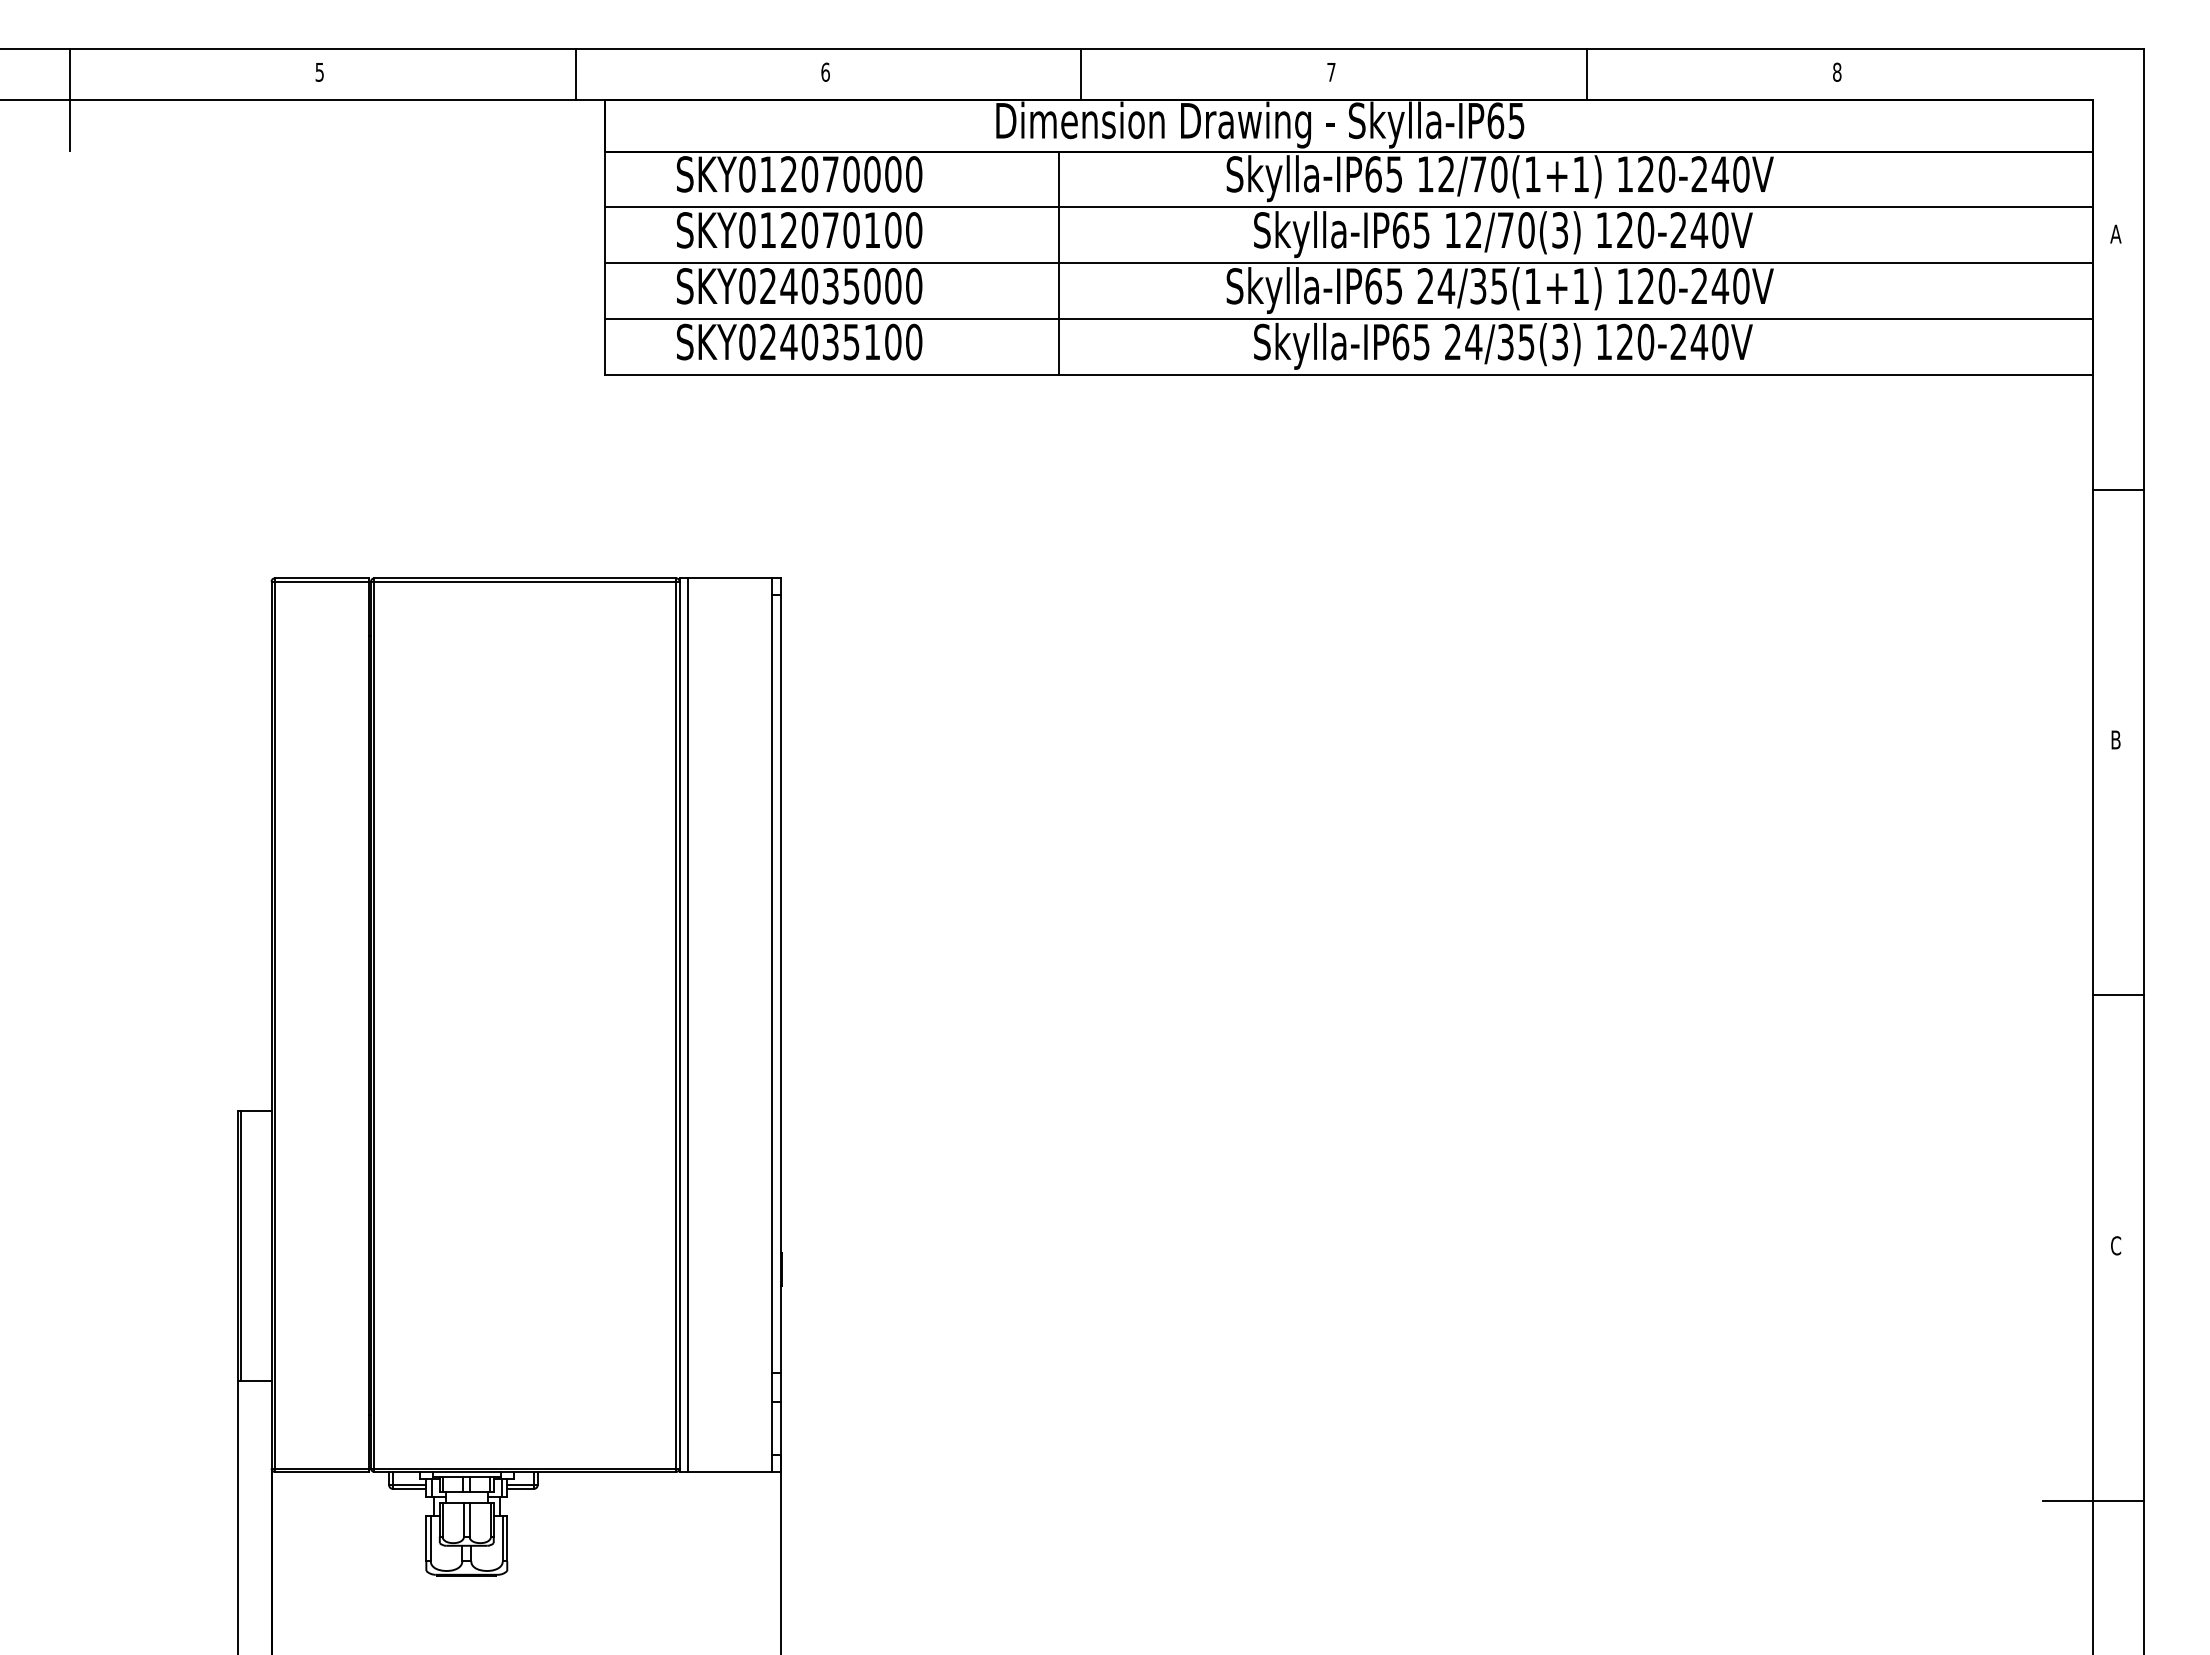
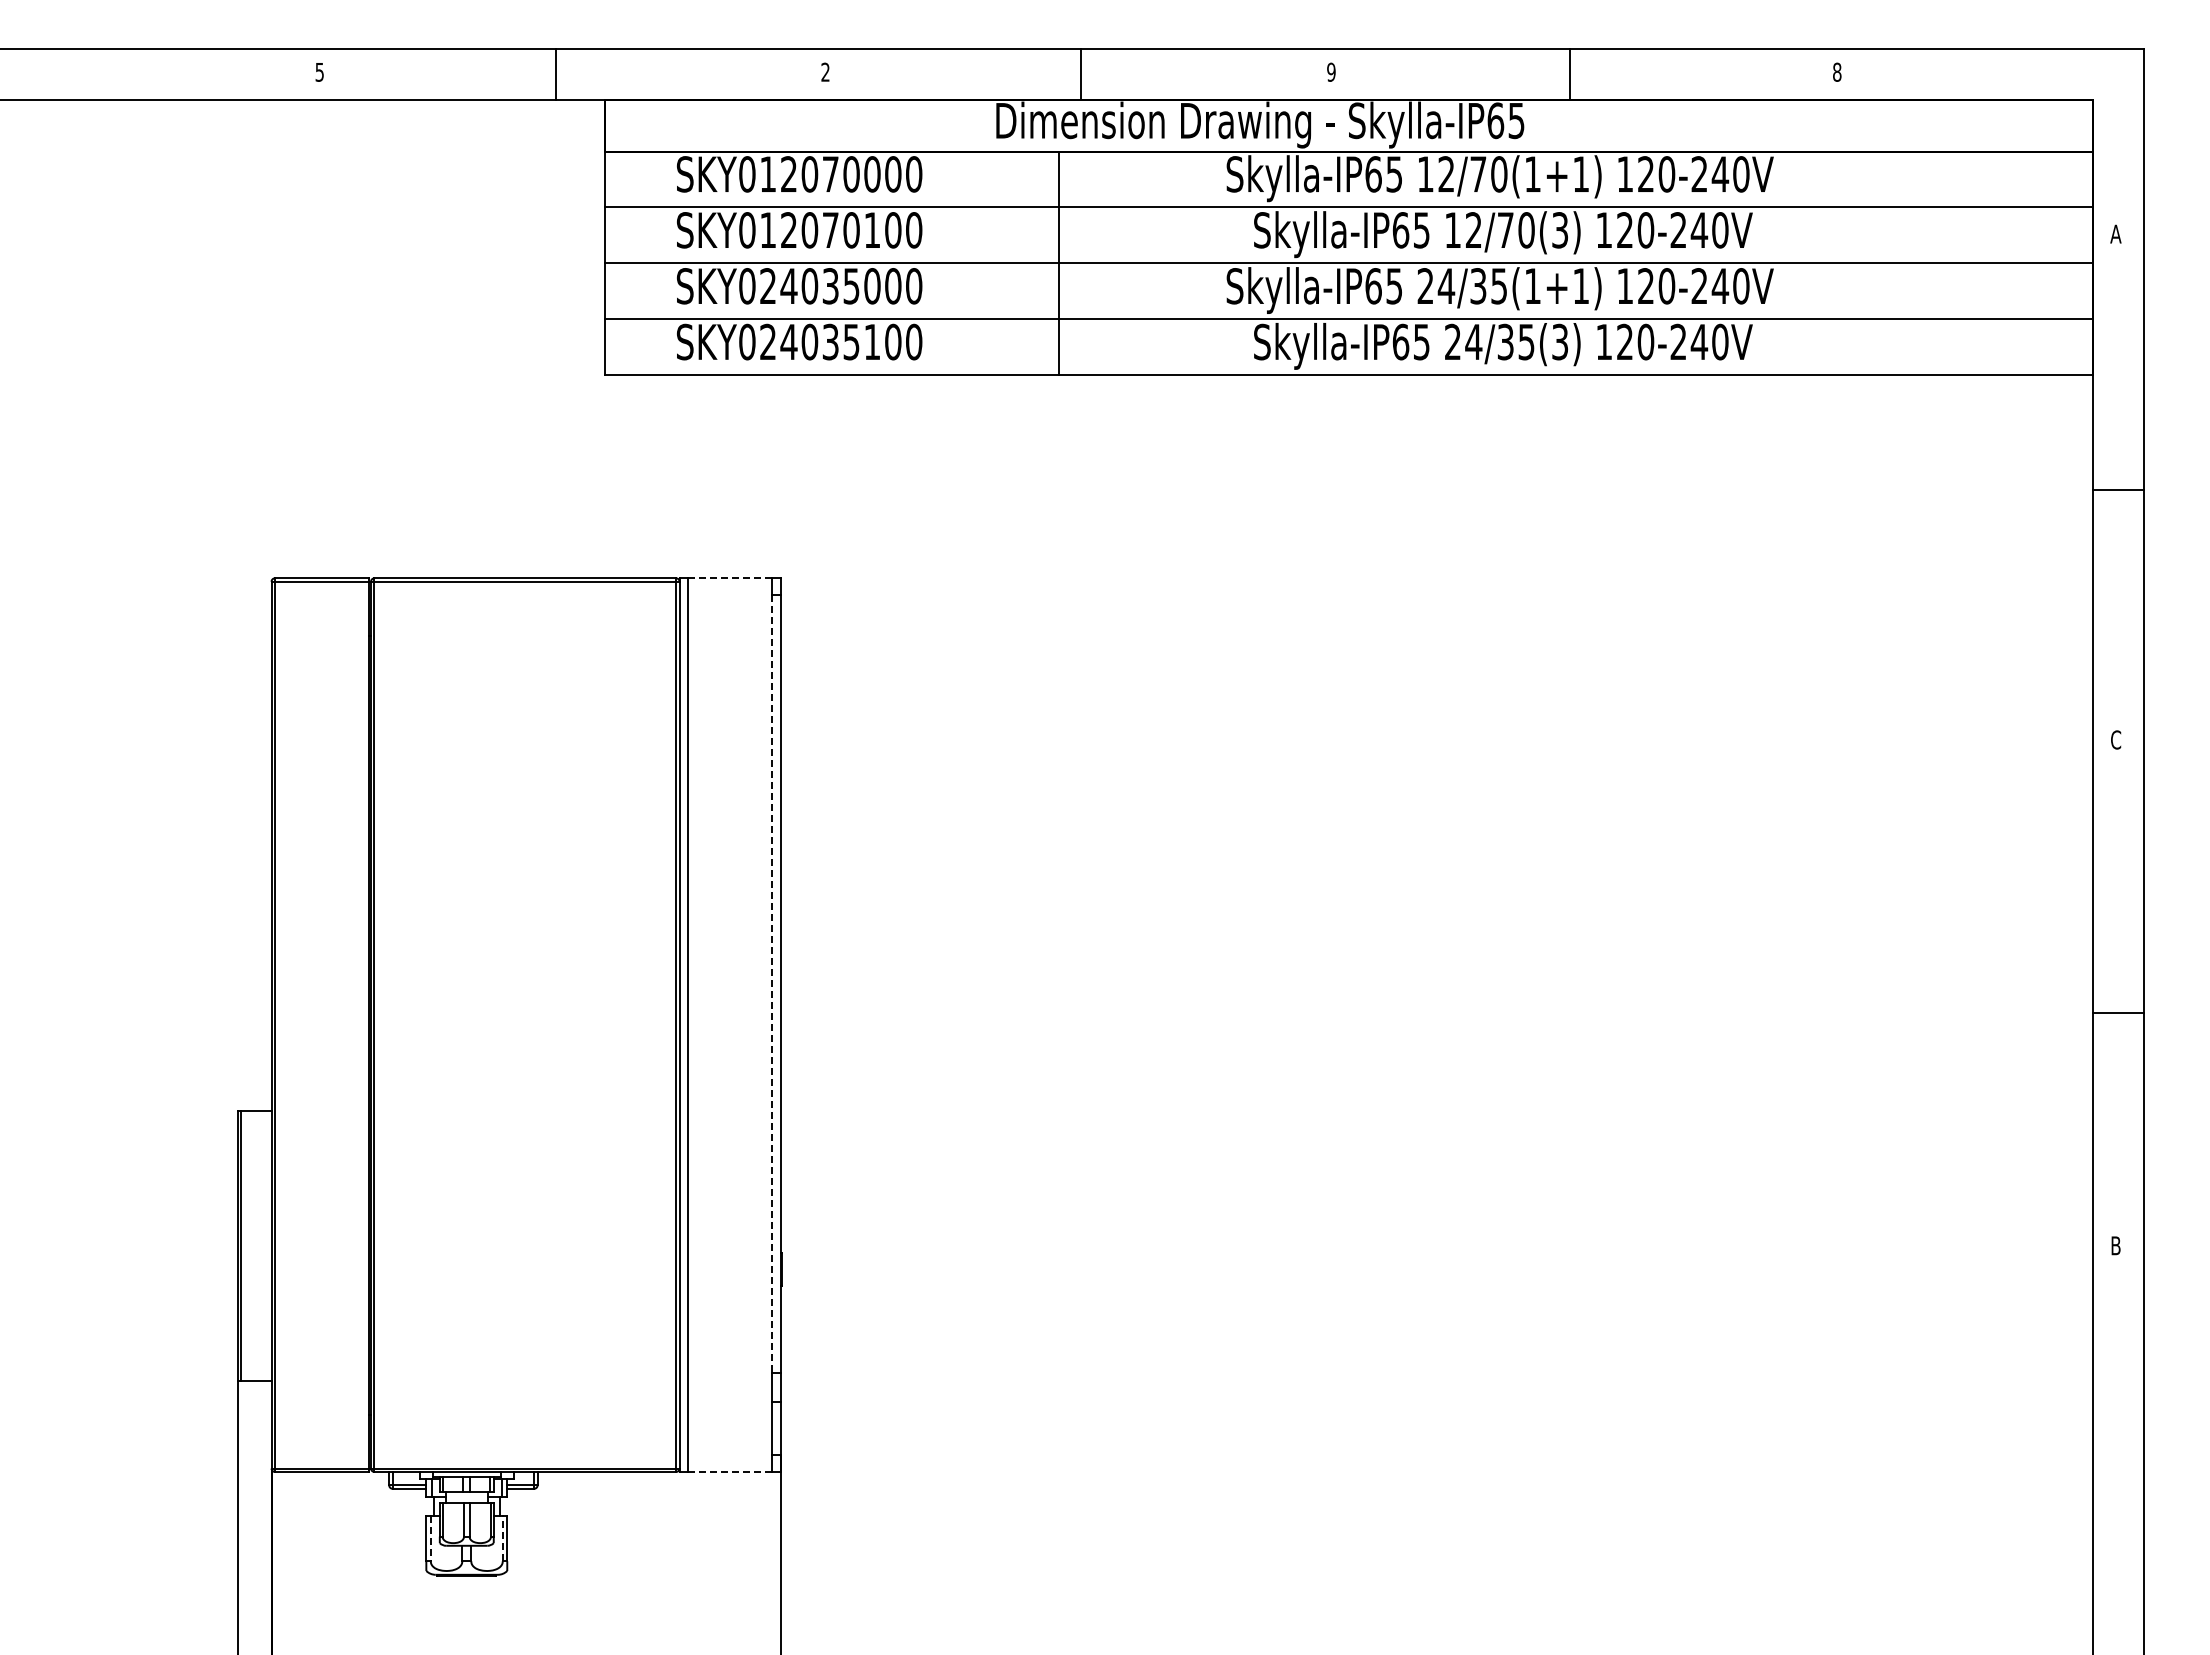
text at (825, 71): 6 -> 2
text at (1331, 71): 7 -> 9
line at (575, 74) position: (575, 74) -> (555, 74)
line at (1587, 74) position: (1587, 74) -> (1570, 74)
line at (69, 99): present -> none
line at (729, 578): solid -> dashed
text at (2116, 739): B -> C
line at (772, 984): solid -> dashed
line at (2118, 995) position: (2118, 995) -> (2118, 1013)
text at (2116, 1245): C -> B
line at (730, 1471): solid -> dashed
line at (2092, 1501): present -> none
line at (502, 1538): solid -> dashed
line at (430, 1539): solid -> dashed
